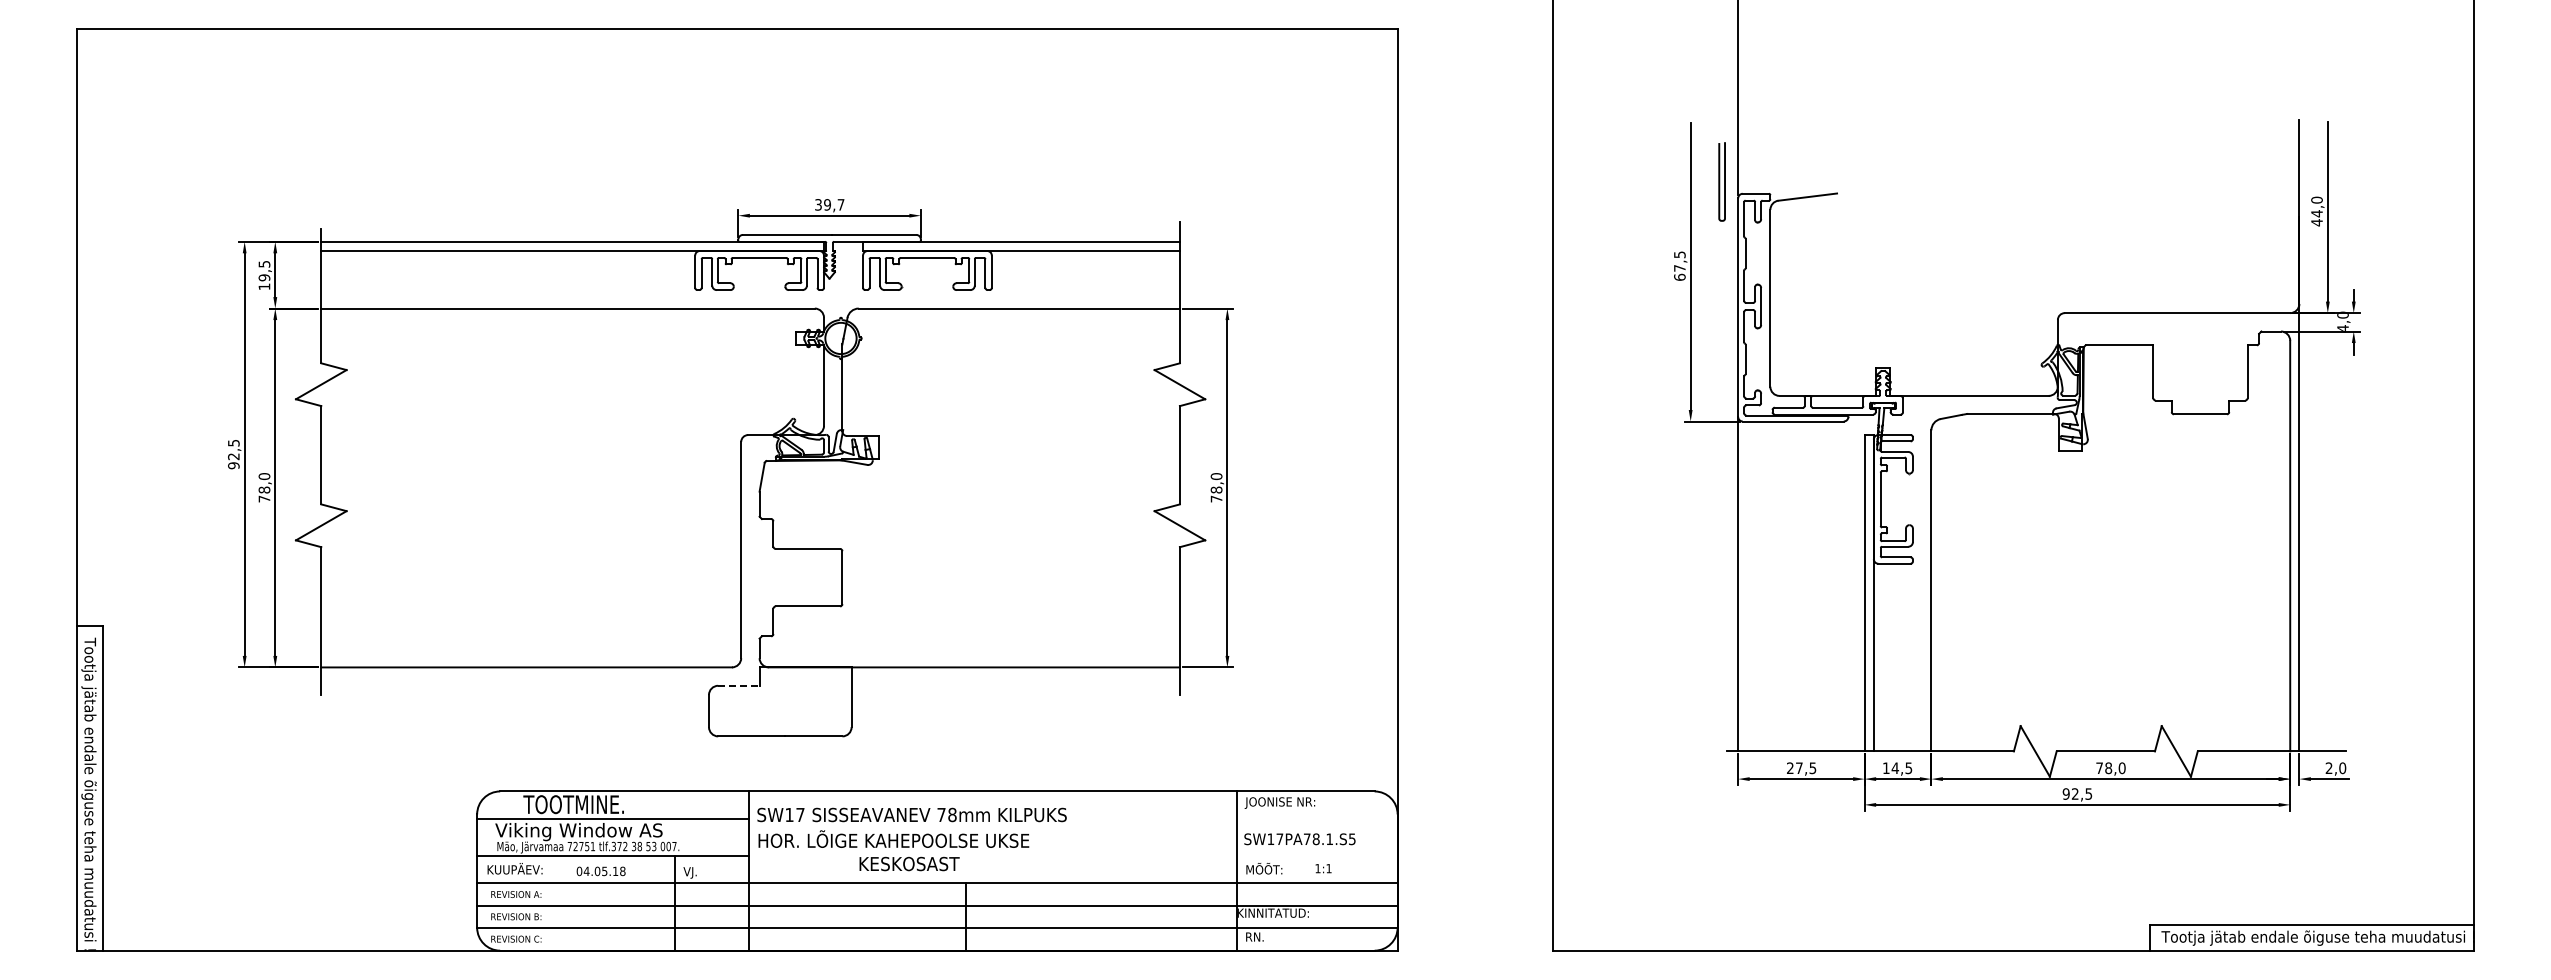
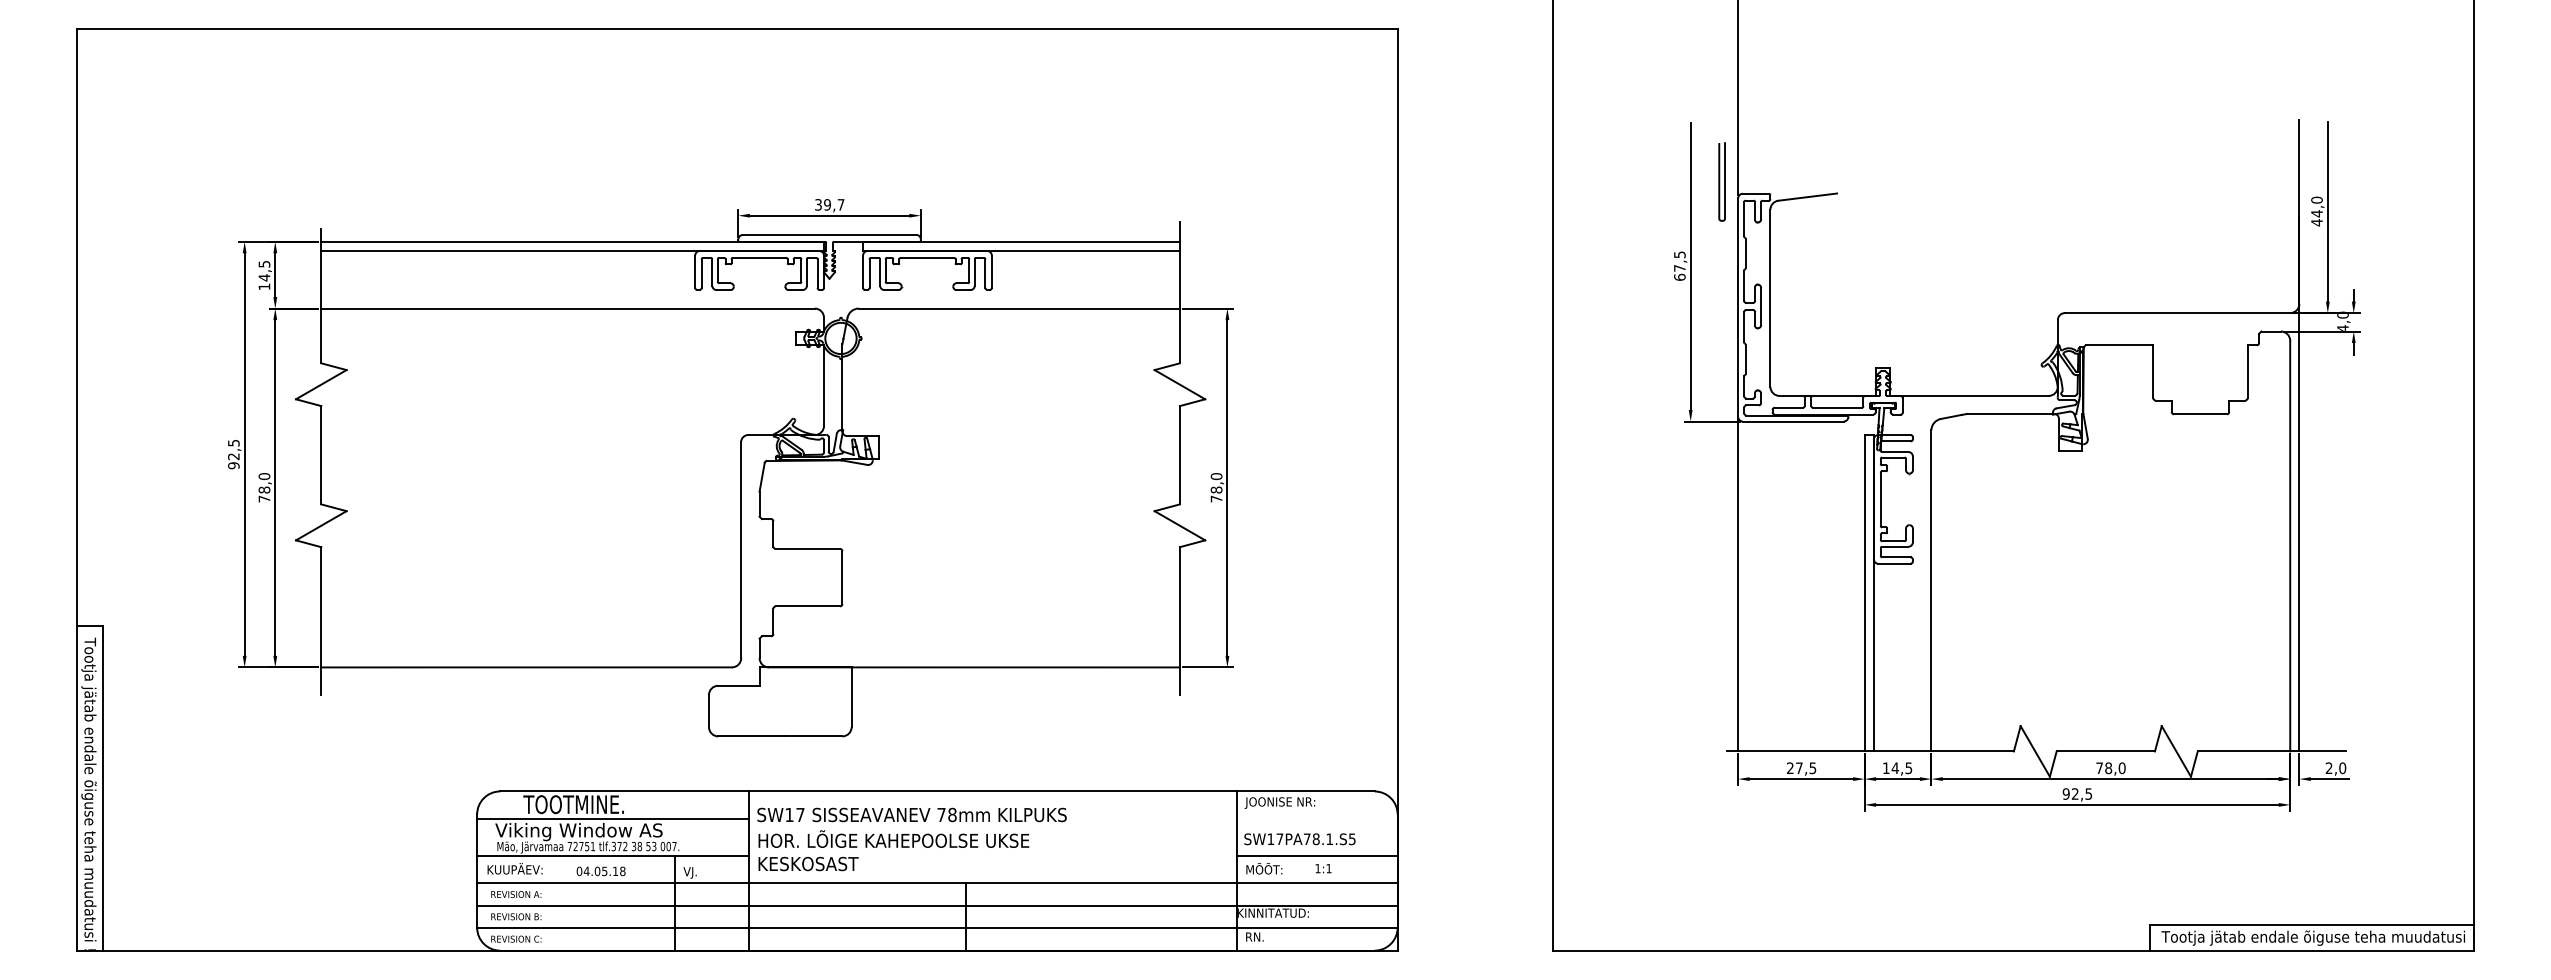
text at (264, 277): 19,5 -> 14,5
line at (738, 685): dashed -> solid
line at (1316, 855): none -> present
text at (909, 863) position: (909, 863) -> (808, 863)
